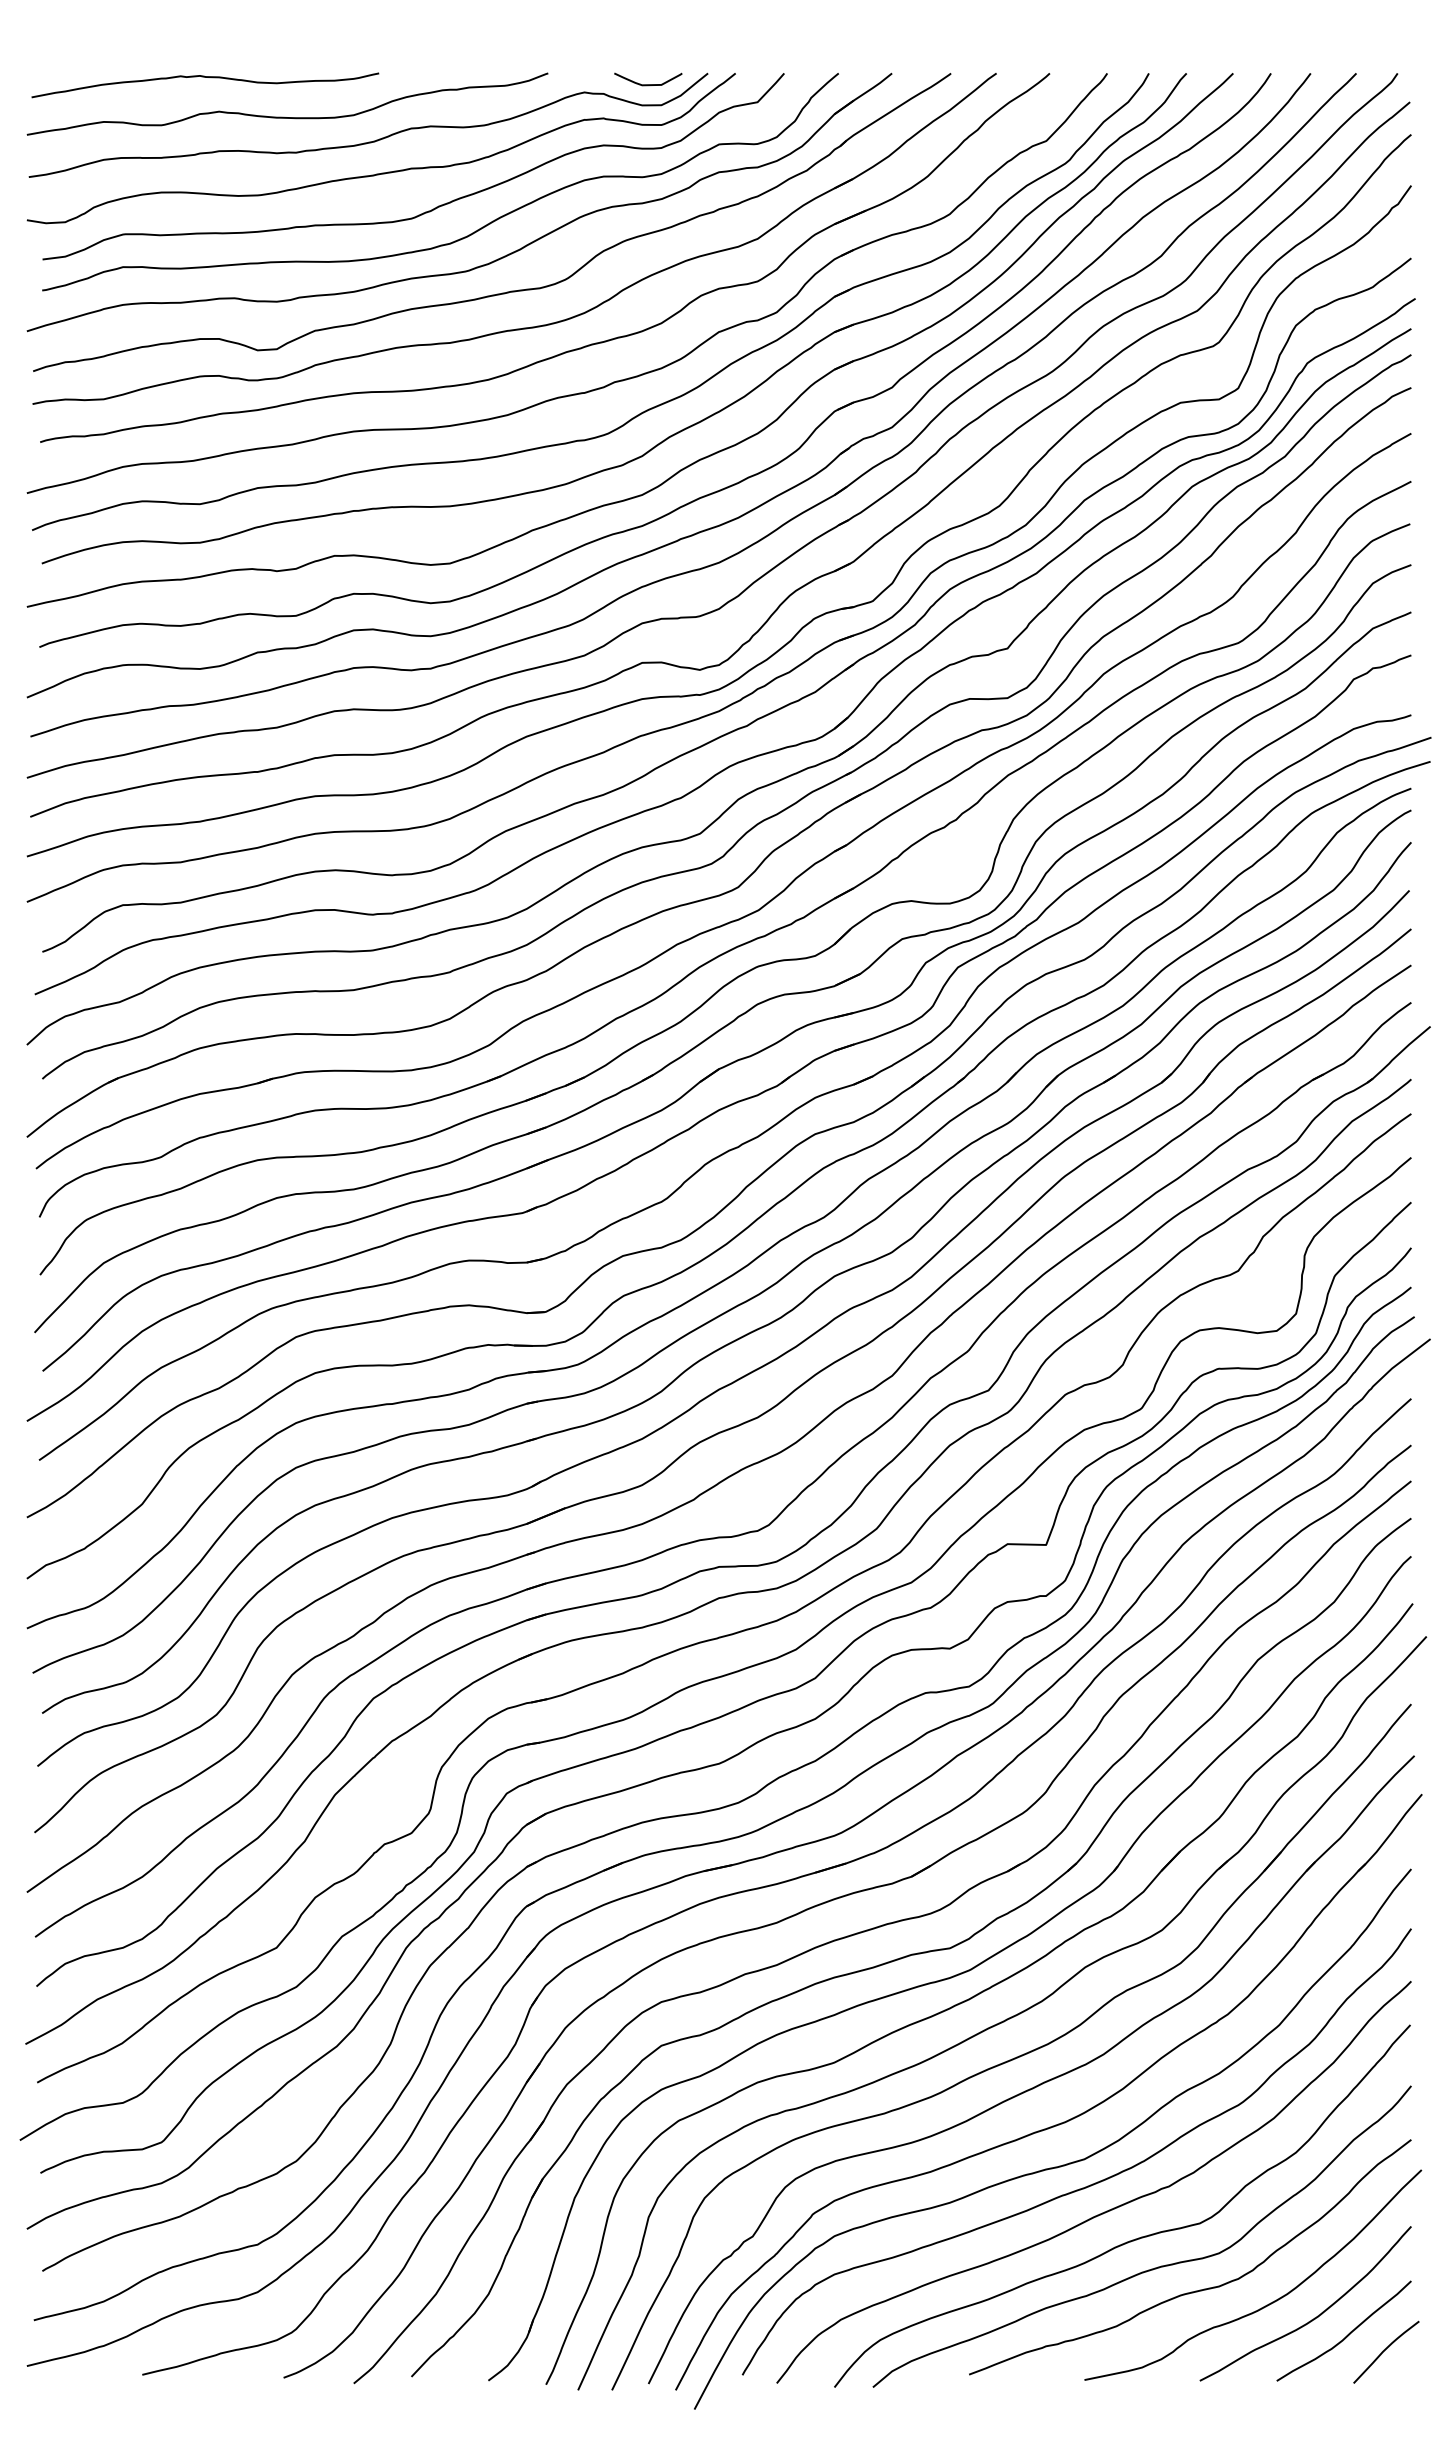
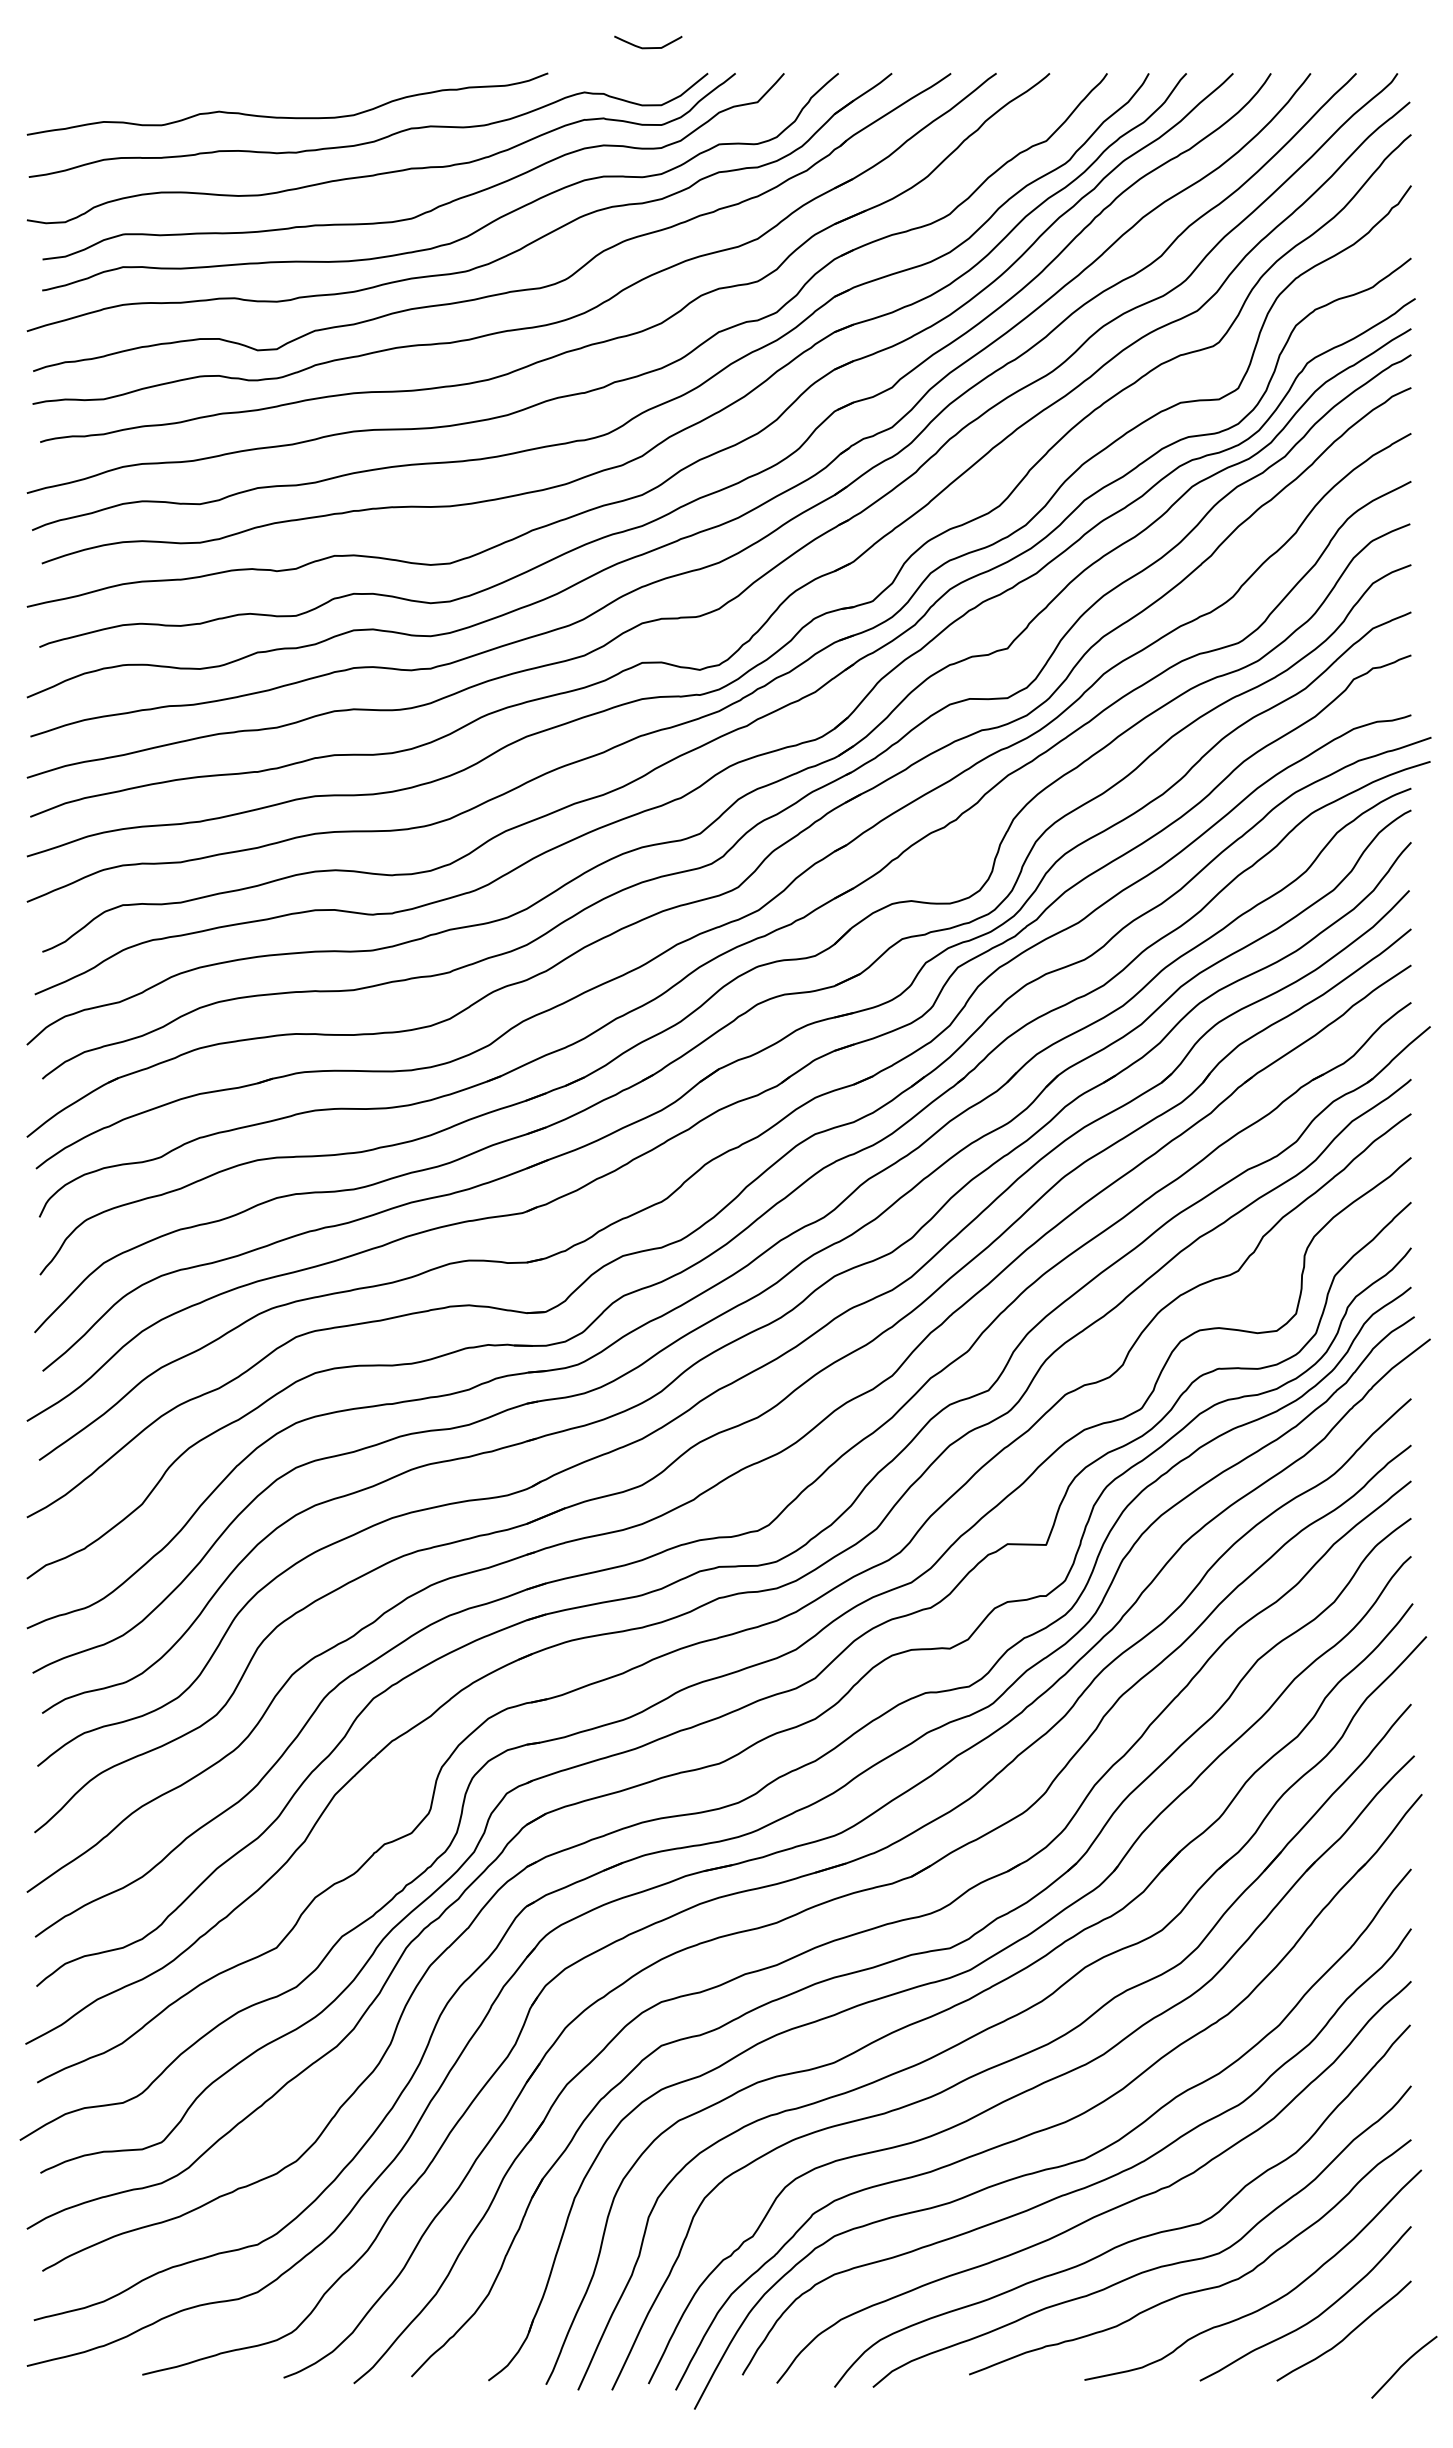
curve at (205, 77): present -> none
curve at (648, 84) position: (648, 84) -> (648, 47)
curve at (1385, 2350) position: (1385, 2350) -> (1403, 2365)
